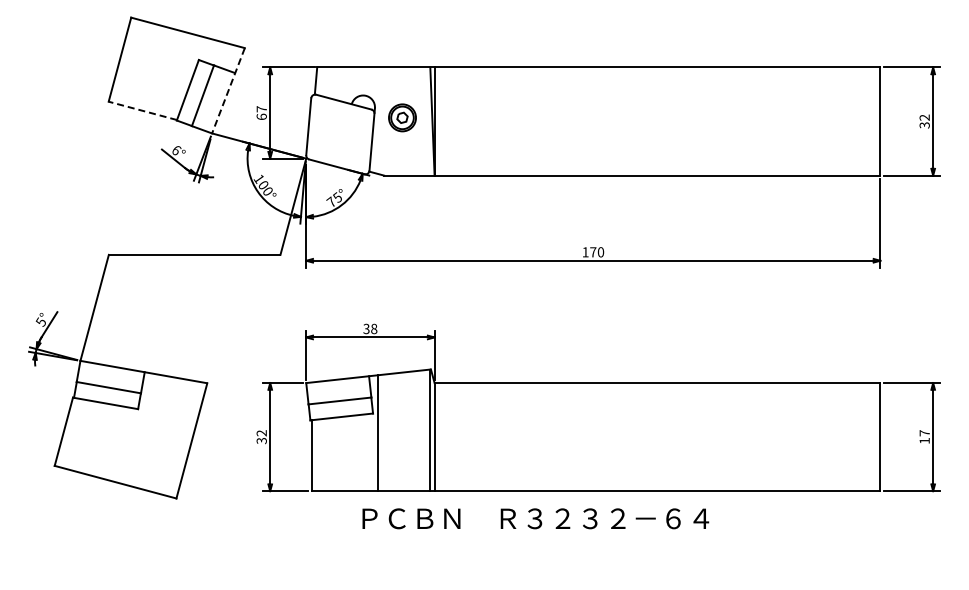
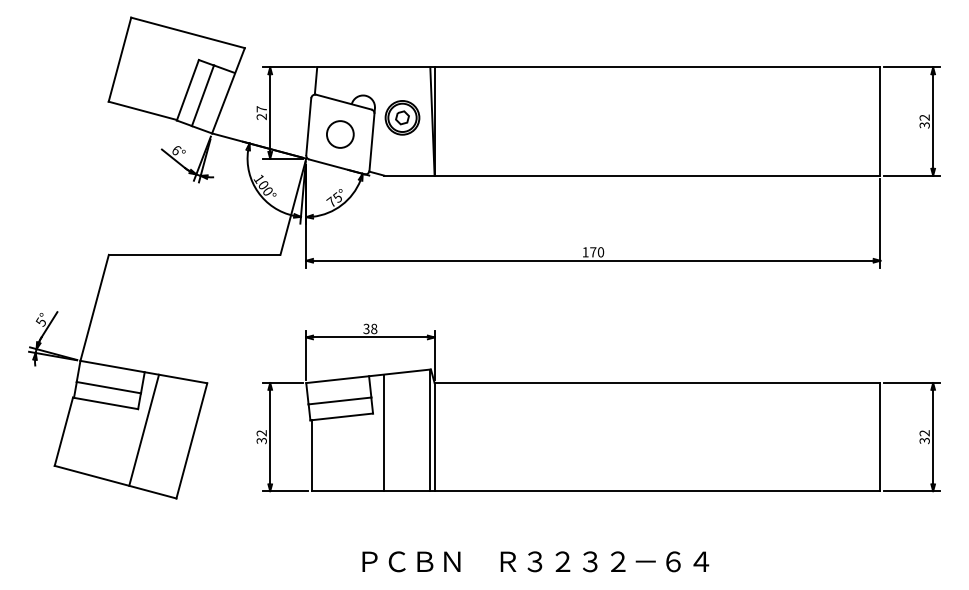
line at (228, 90): dashed -> solid
line at (142, 110): dashed -> solid
text at (261, 116): 67 -> 27
part at (402, 117) size: 29x30 px -> 37x36 px
circle at (340, 134): none -> present
line at (144, 429): none -> present
line at (378, 432) position: (378, 432) -> (384, 432)
text at (924, 437): 17 -> 32
text at (535, 518) position: (535, 518) -> (535, 561)
